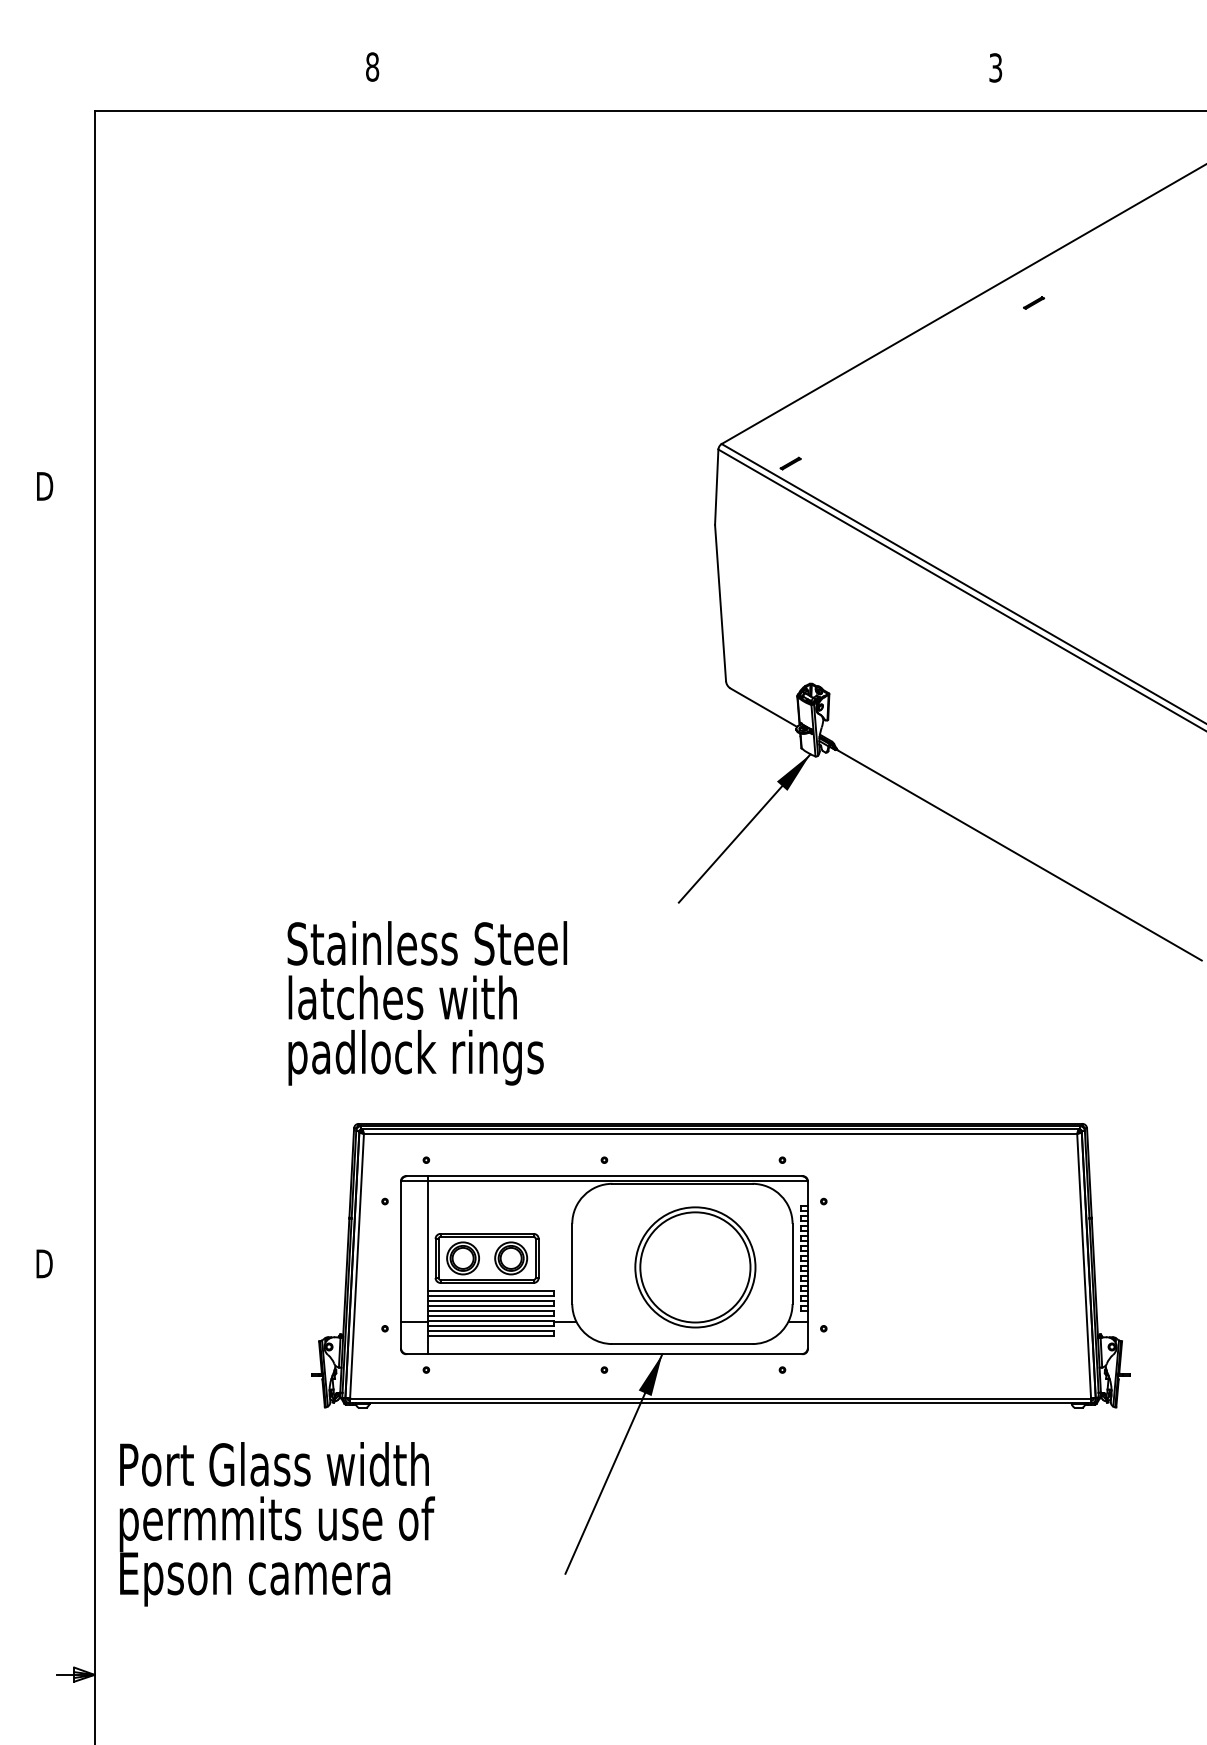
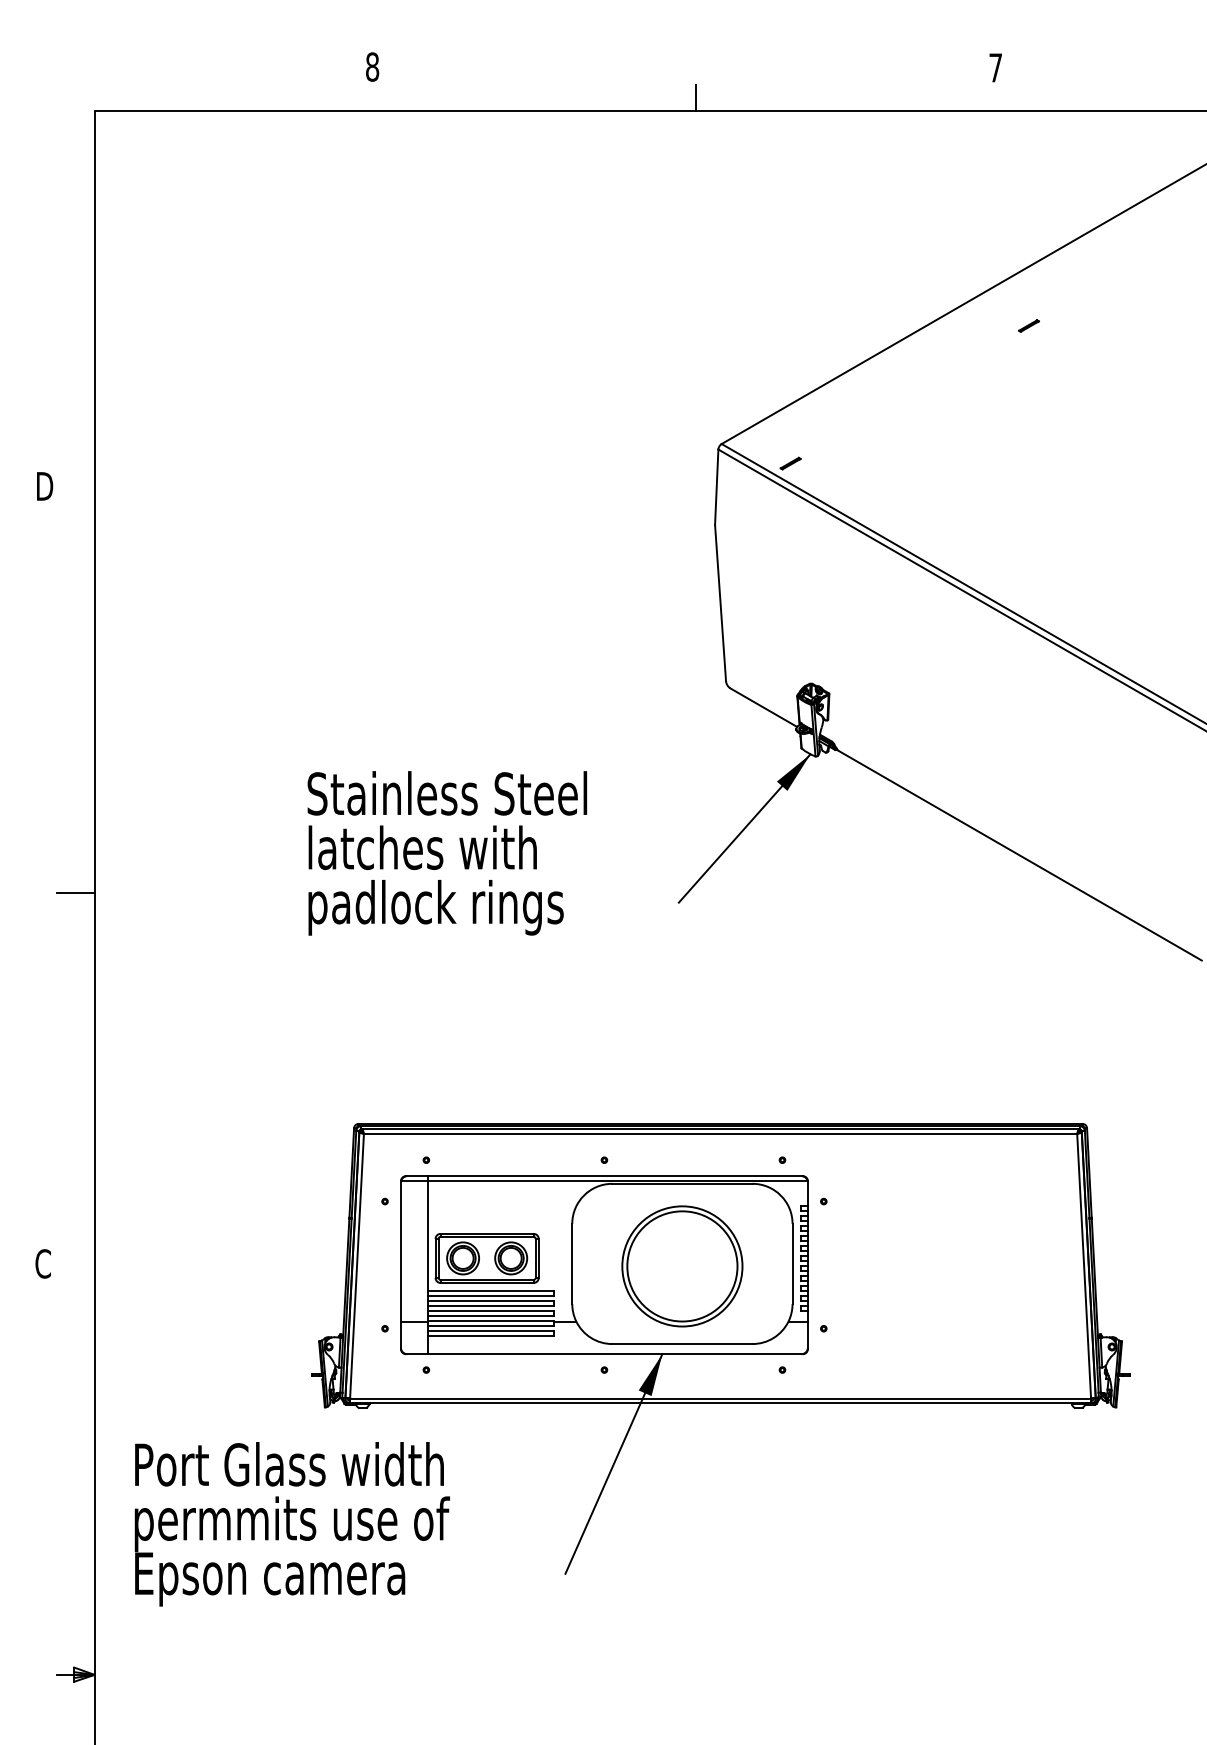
text at (995, 67): 3 -> 7
line at (695, 97): none -> present
part at (1033, 302) position: (1033, 302) -> (1028, 325)
line at (75, 892): none -> present
text at (427, 1003) position: (427, 1003) -> (447, 853)
text at (43, 1263): D -> C
part at (695, 1267) position: (695, 1267) -> (682, 1266)
text at (276, 1524) position: (276, 1524) -> (291, 1524)
